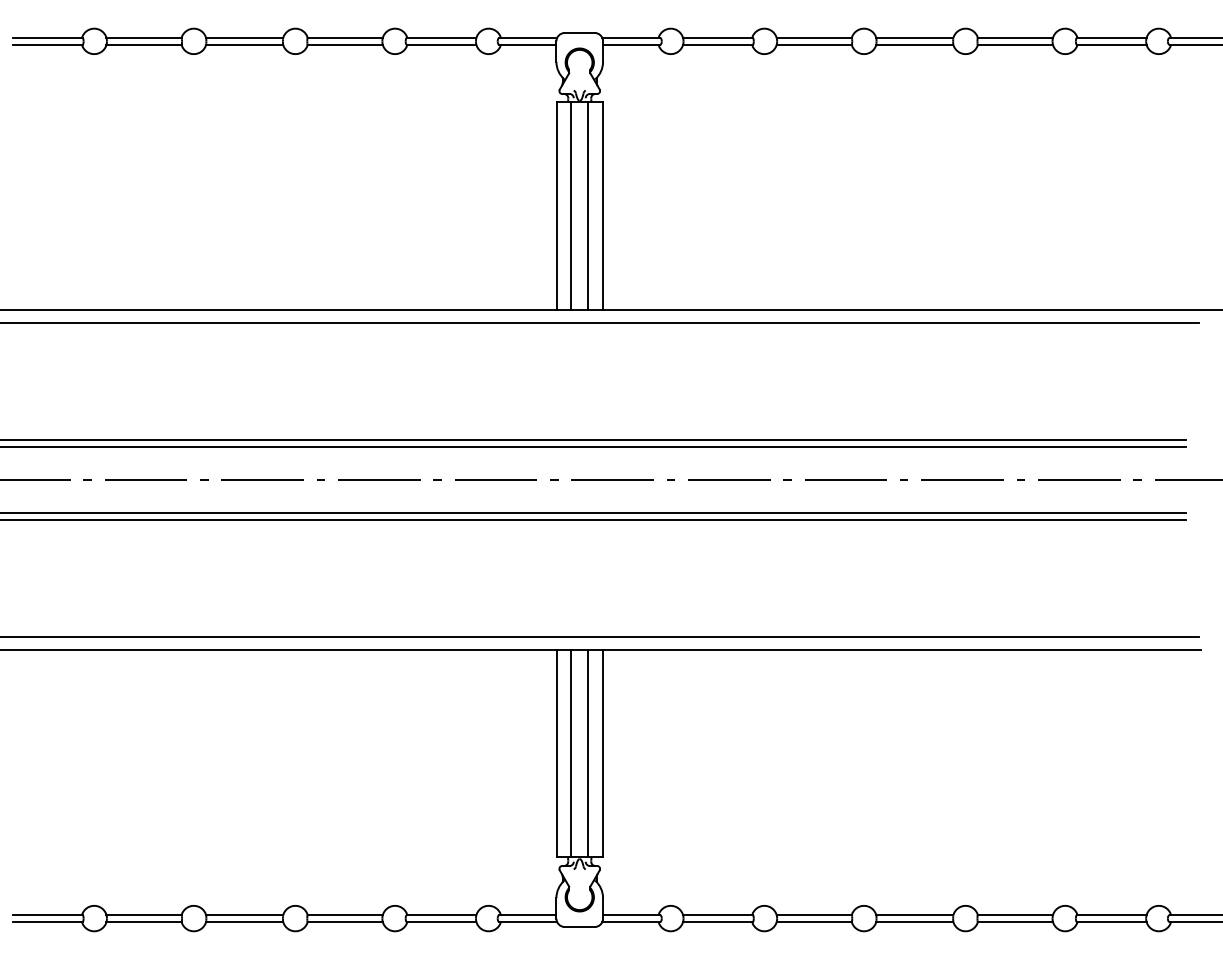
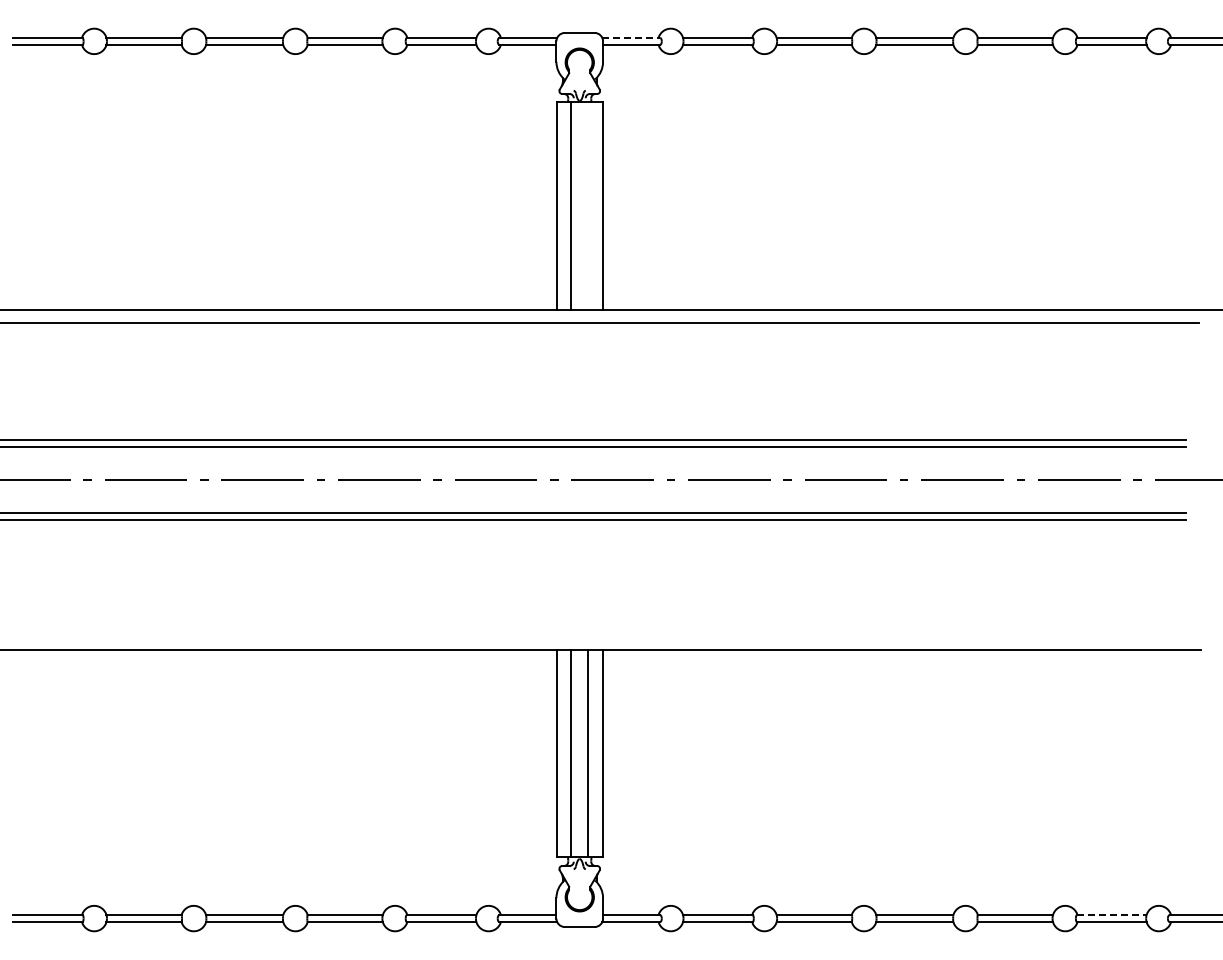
line at (631, 38): solid -> dashed
line at (588, 206): present -> none
line at (600, 636): present -> none
line at (1111, 915): solid -> dashed
